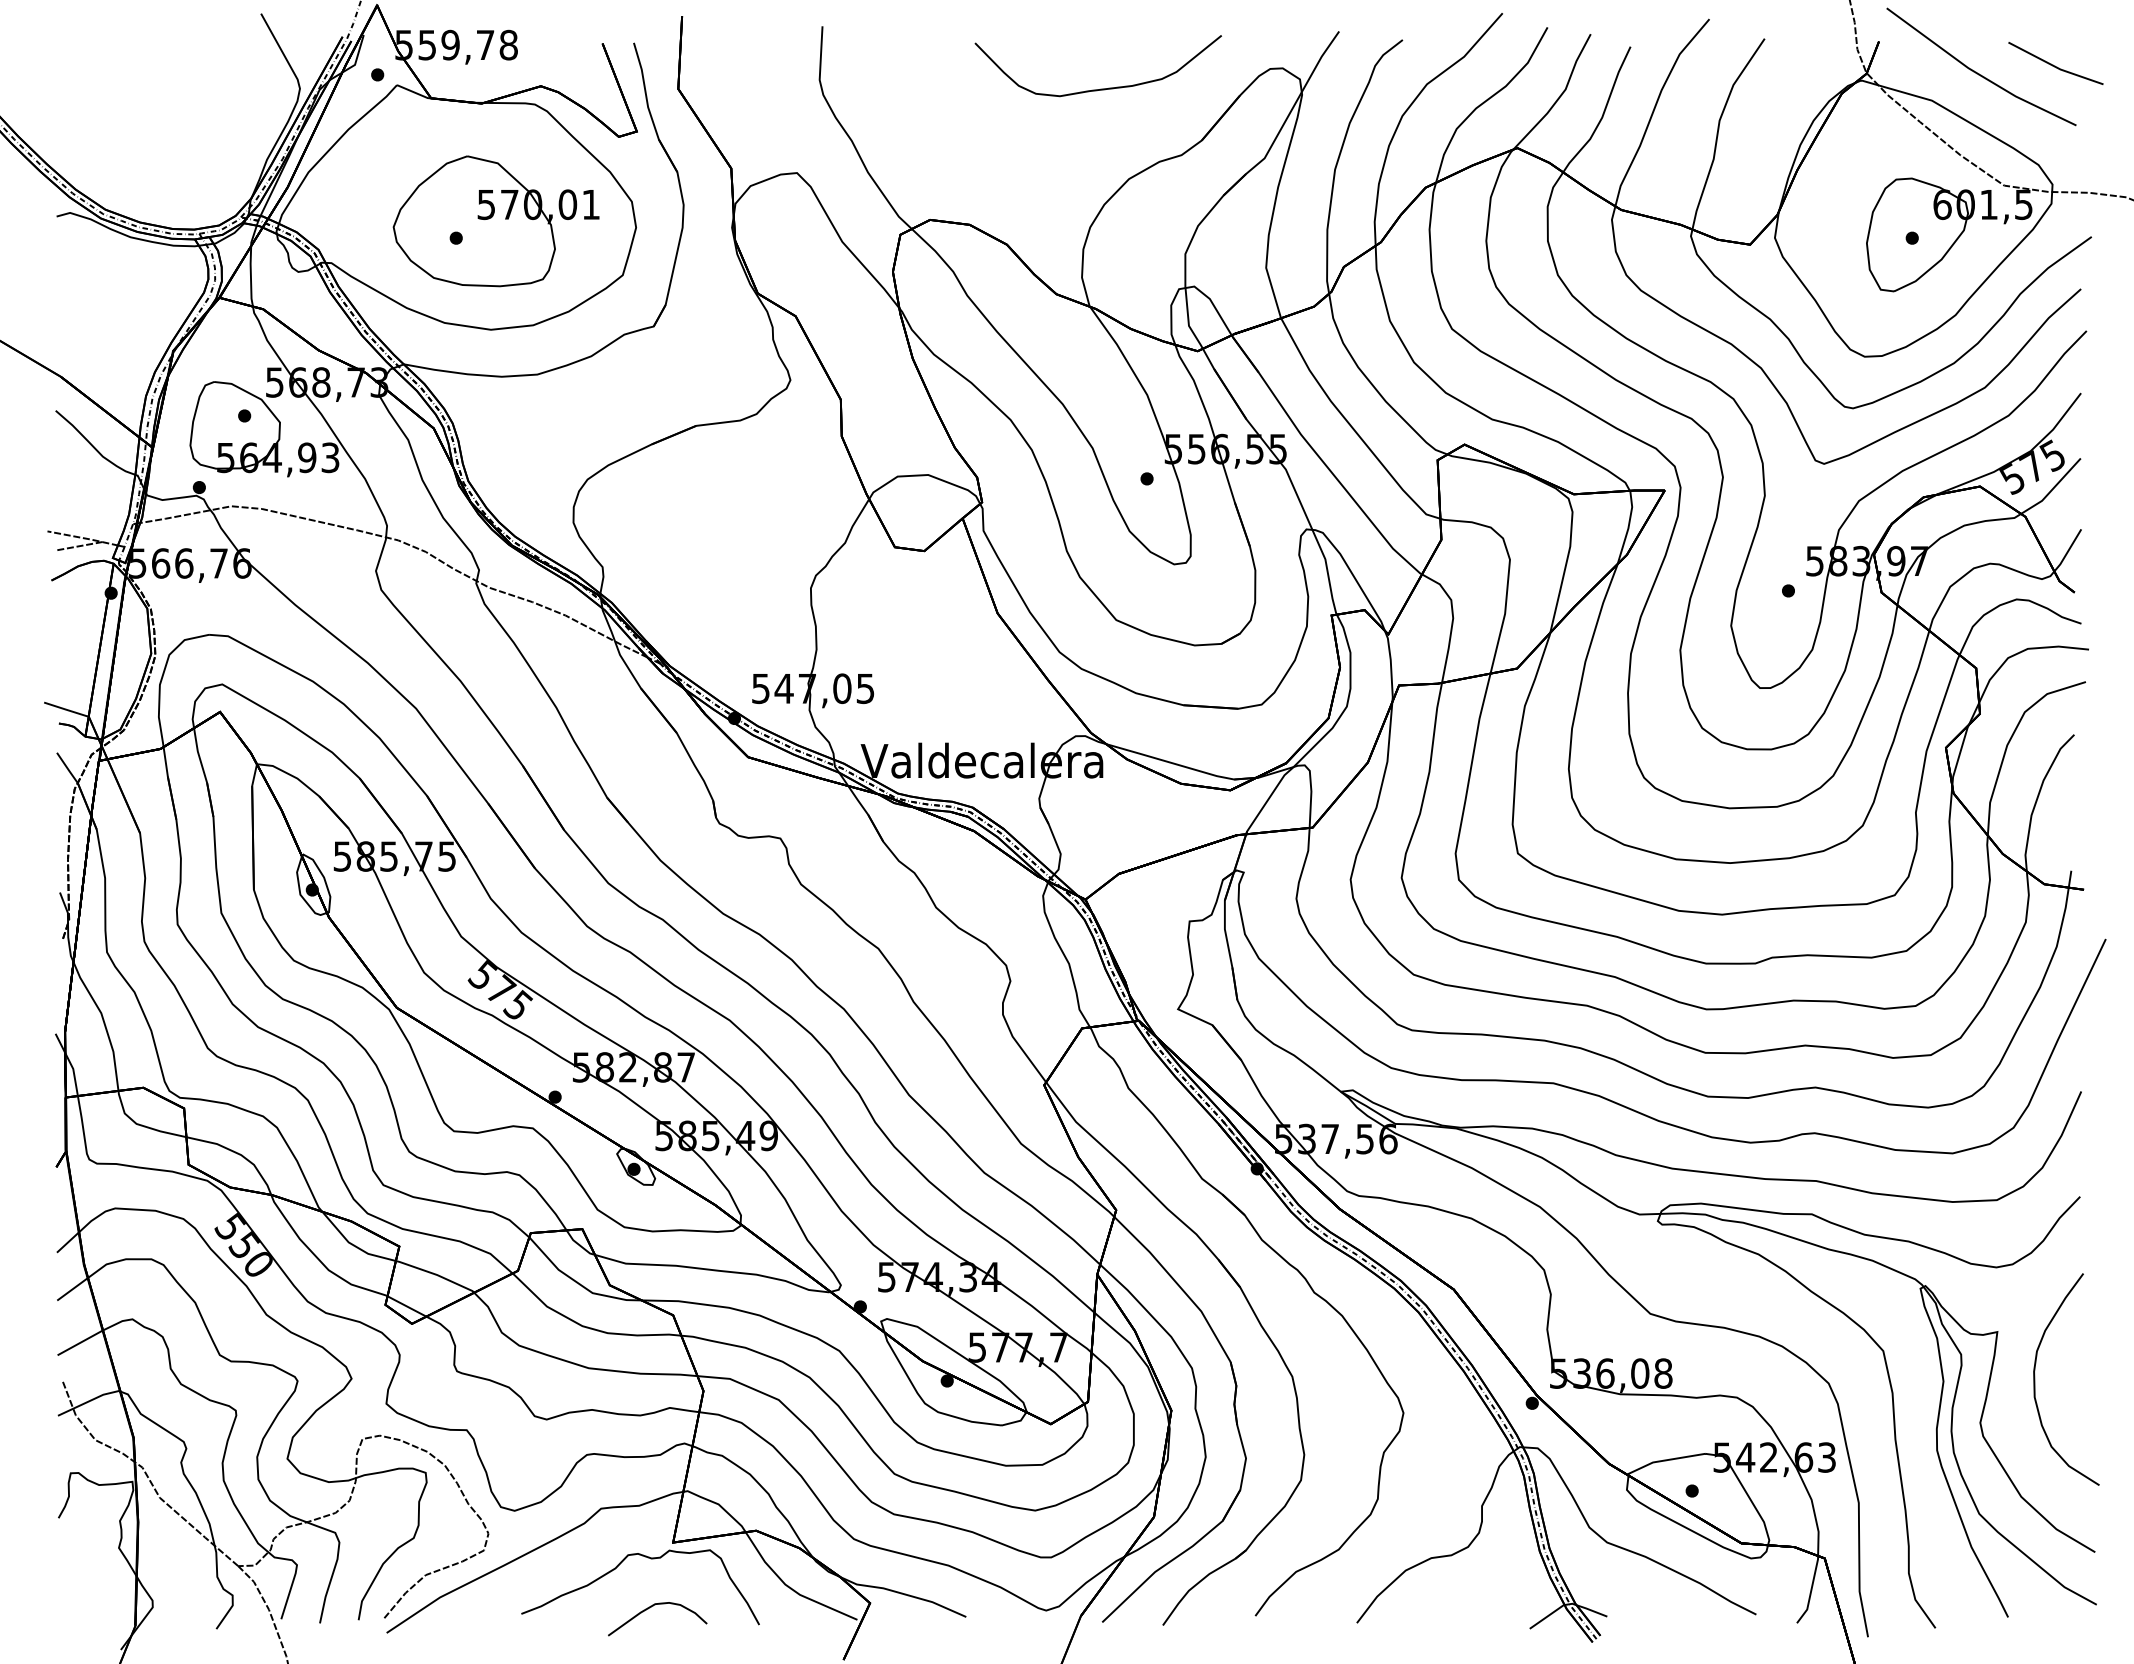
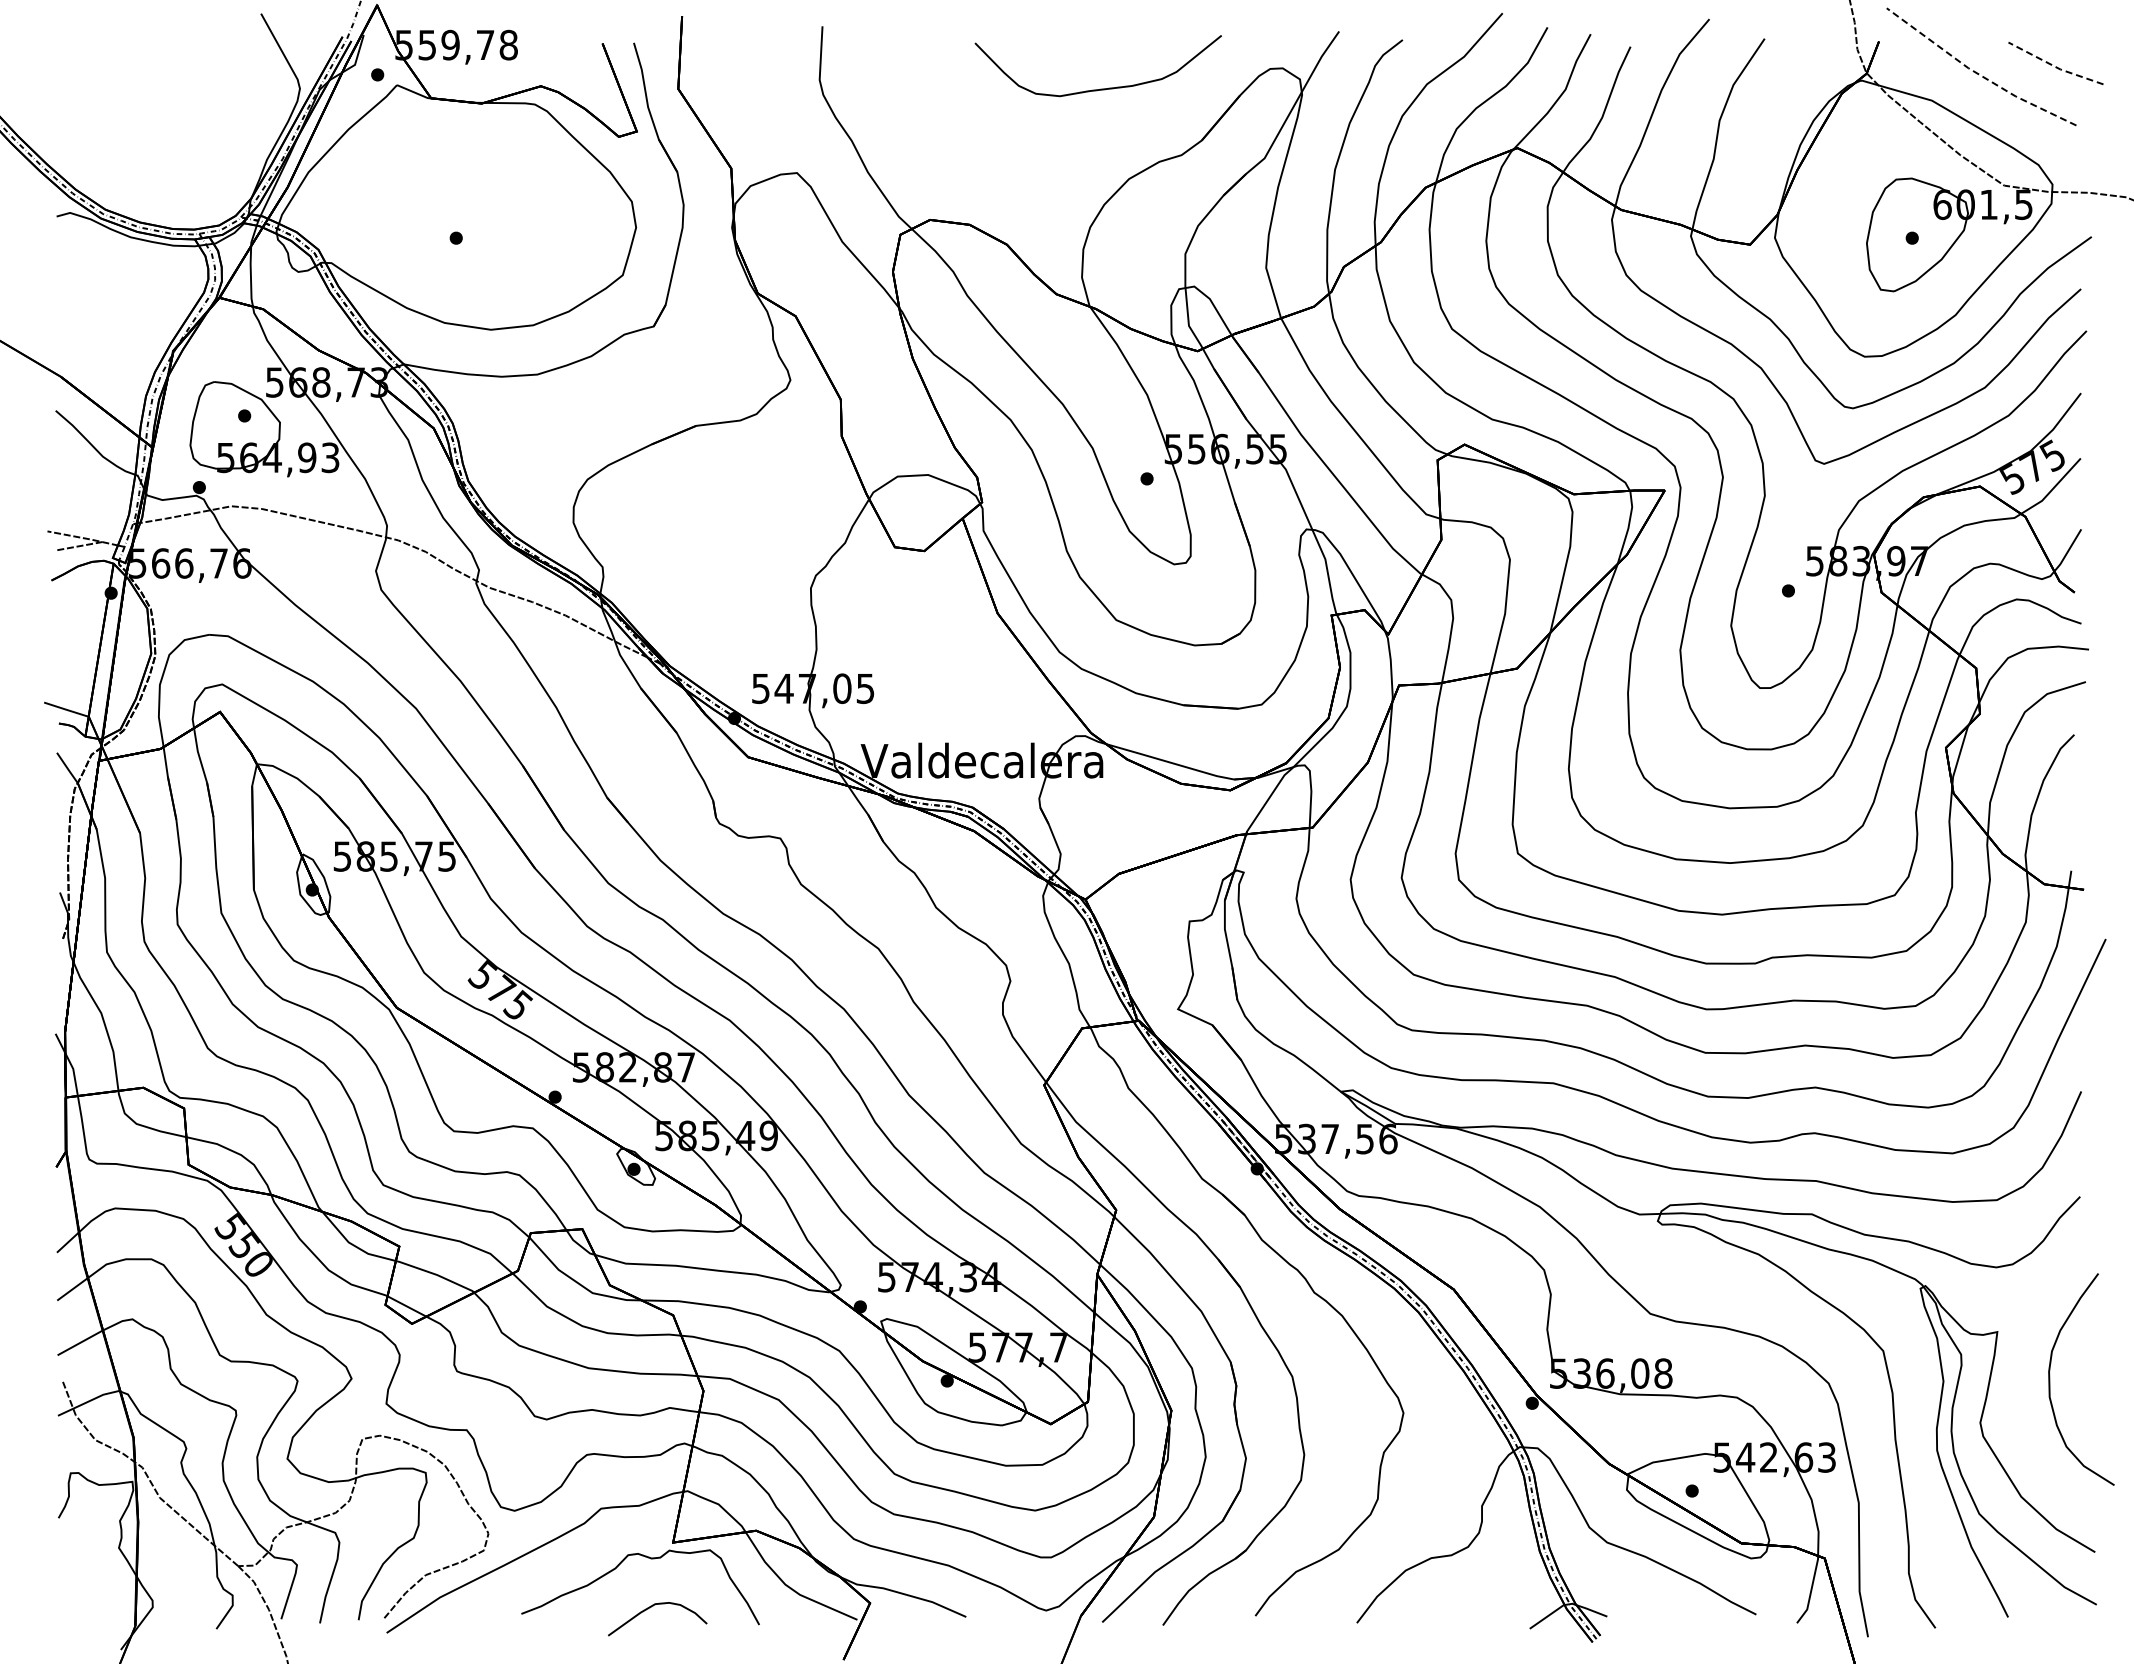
line at (2055, 66): solid -> dashed
line at (1977, 73): solid -> dashed
part at (495, 221): present -> none
curve at (2035, 1379) position: (2035, 1379) -> (2050, 1379)
